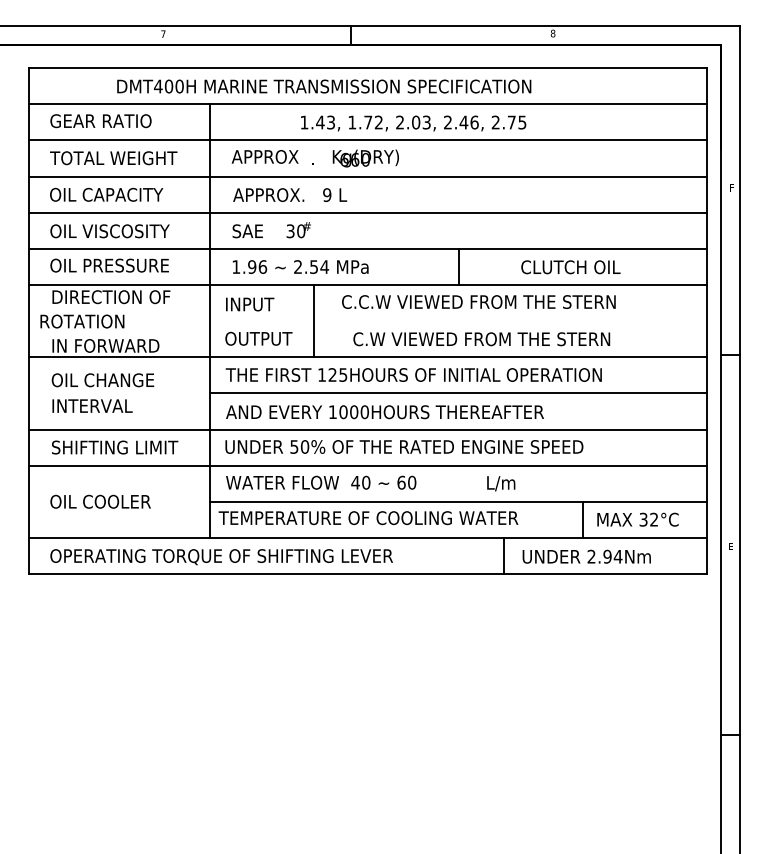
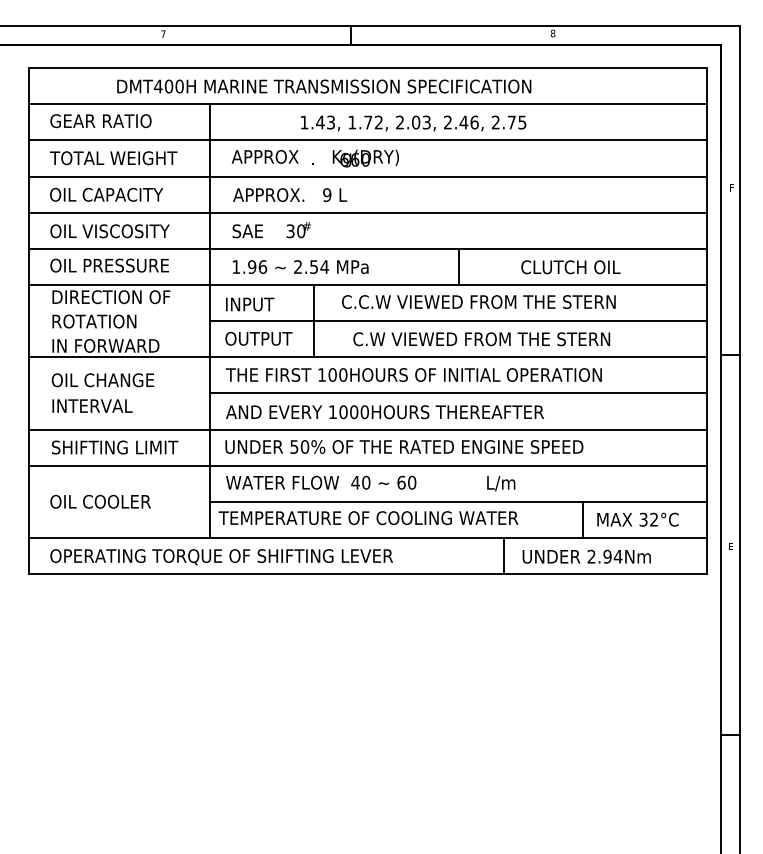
text at (82, 321) position: (82, 321) -> (94, 321)
line at (458, 321): none -> present
text at (337, 374): 125HOURS -> 100HOURS
